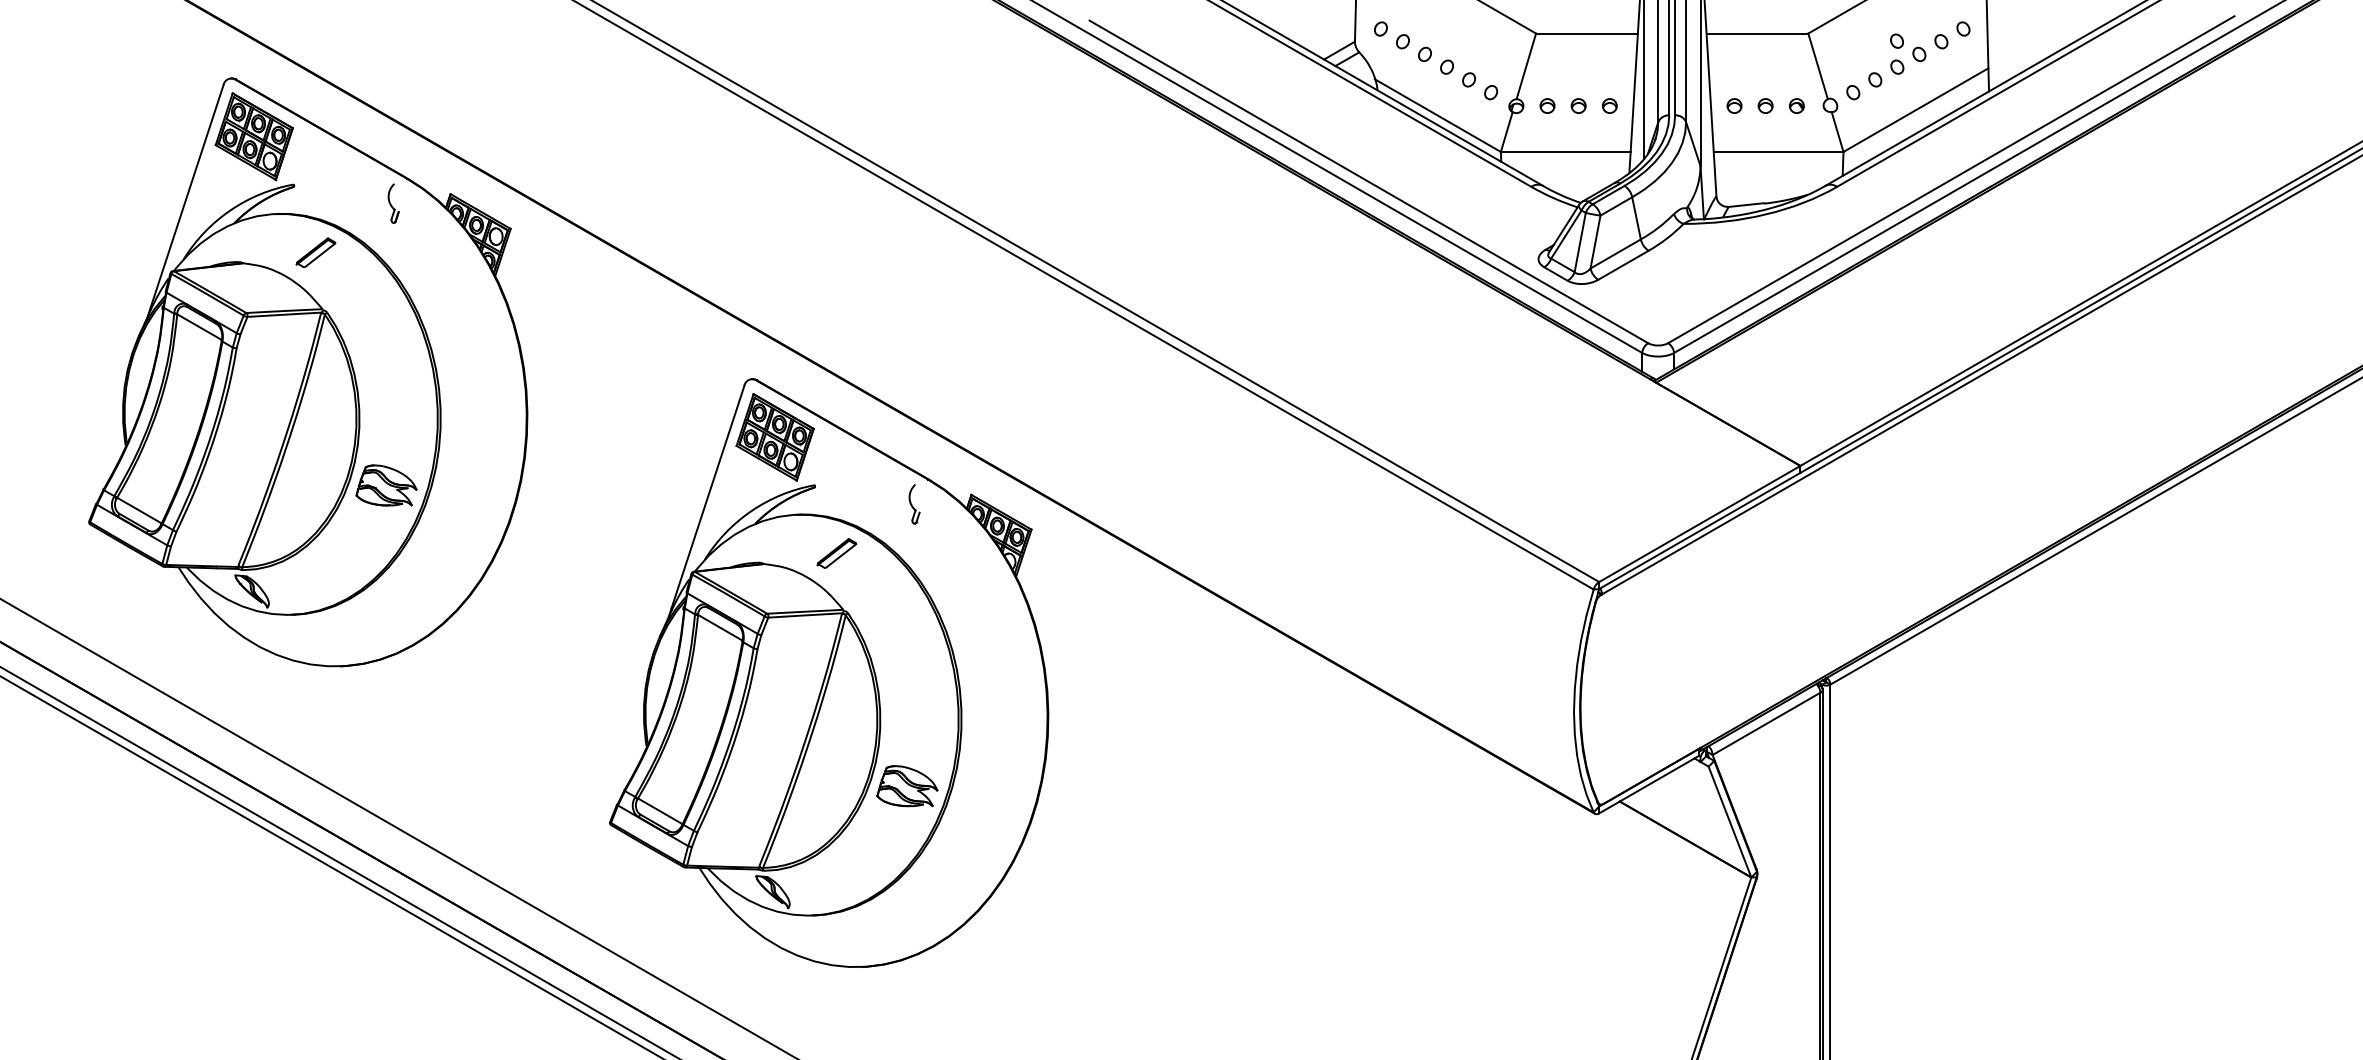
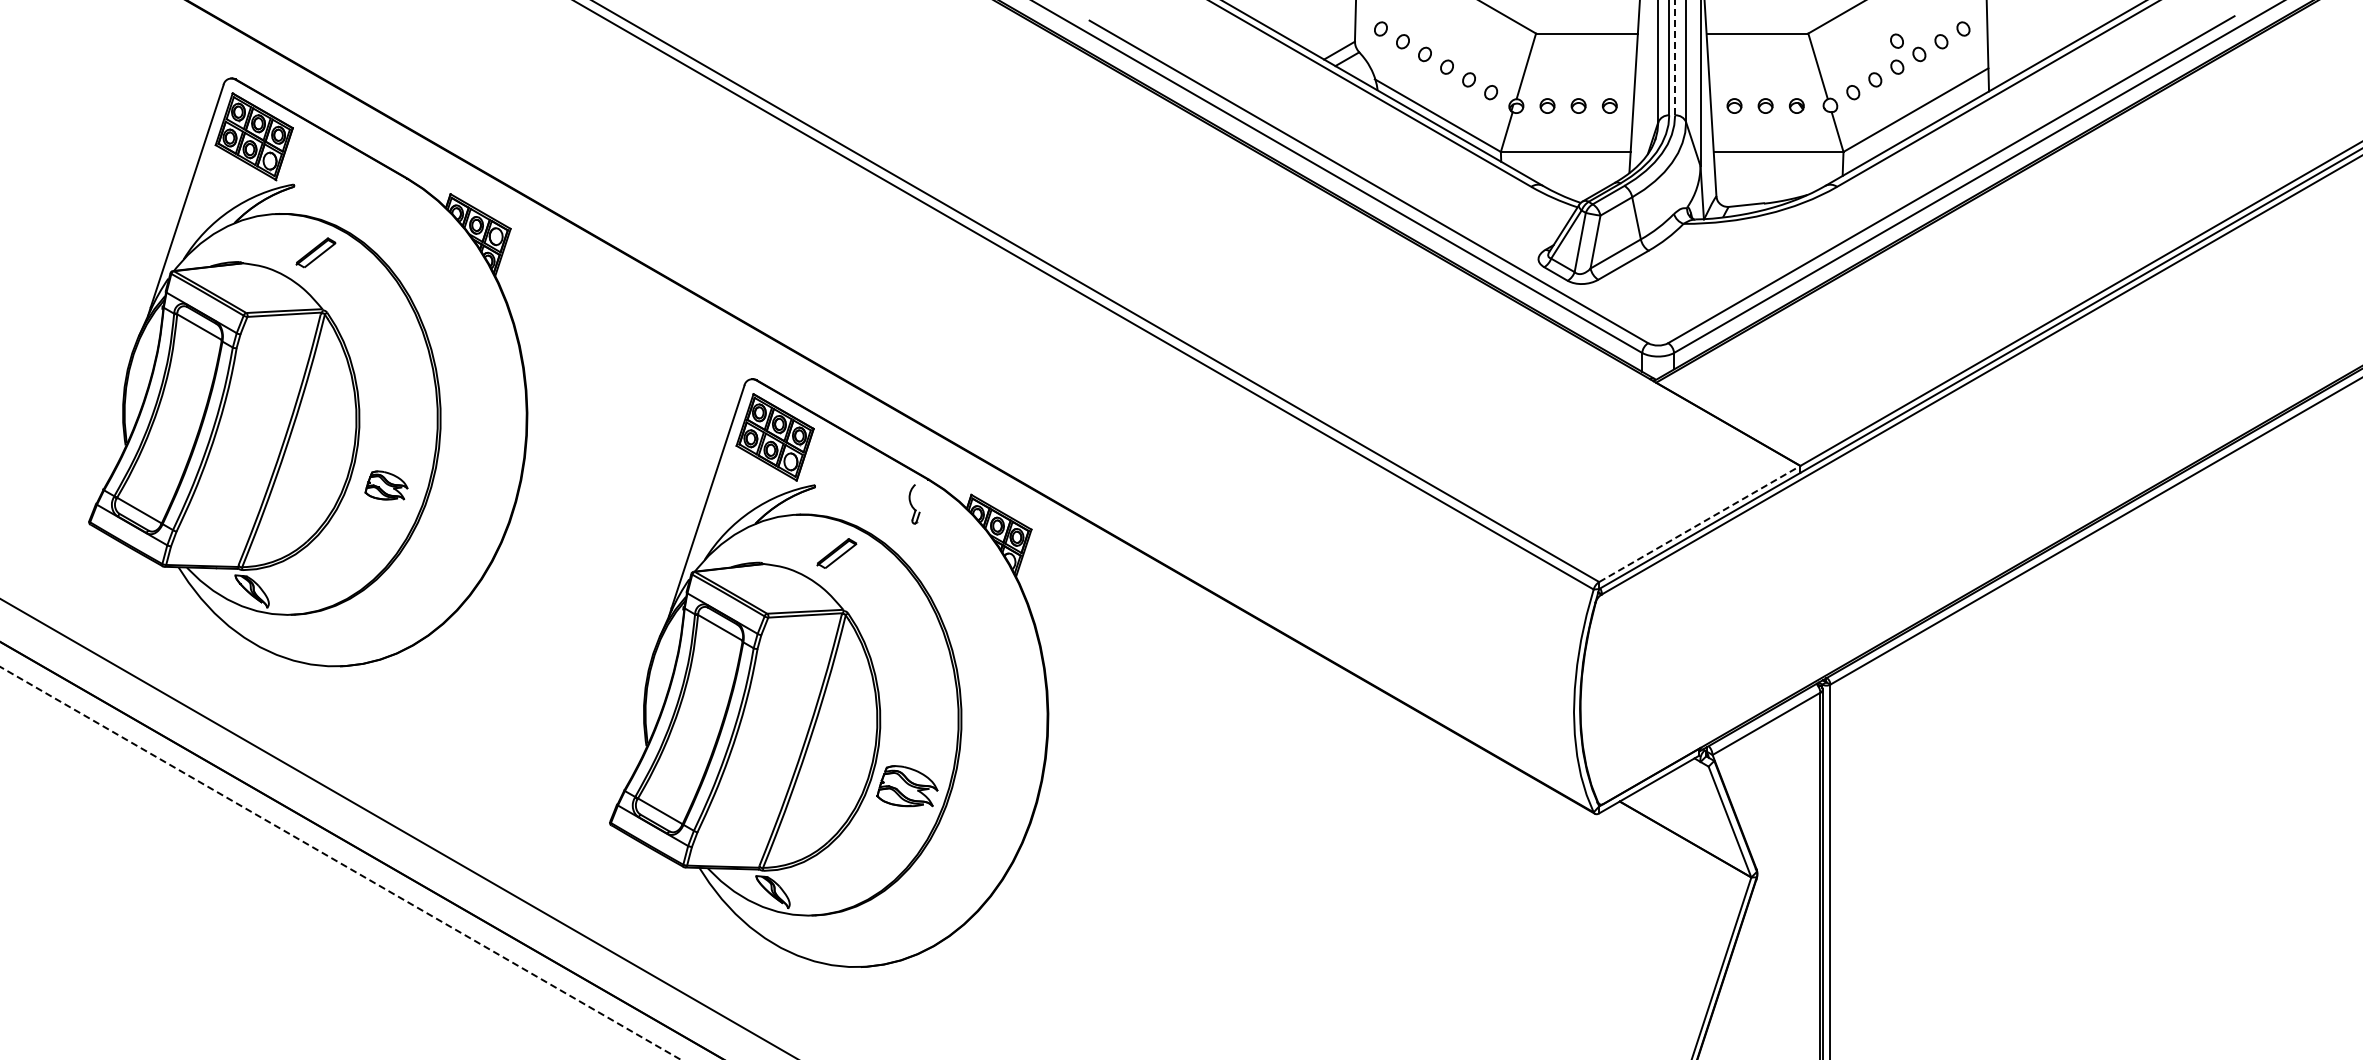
line at (1675, 57): solid -> dashed
line at (1643, 80): present -> none
part at (393, 203): present -> none
part at (386, 485) size: 63x43 px -> 45x31 px
line at (1700, 523): solid -> dashed
line at (340, 863): solid -> dashed
line at (330, 866): present -> none
